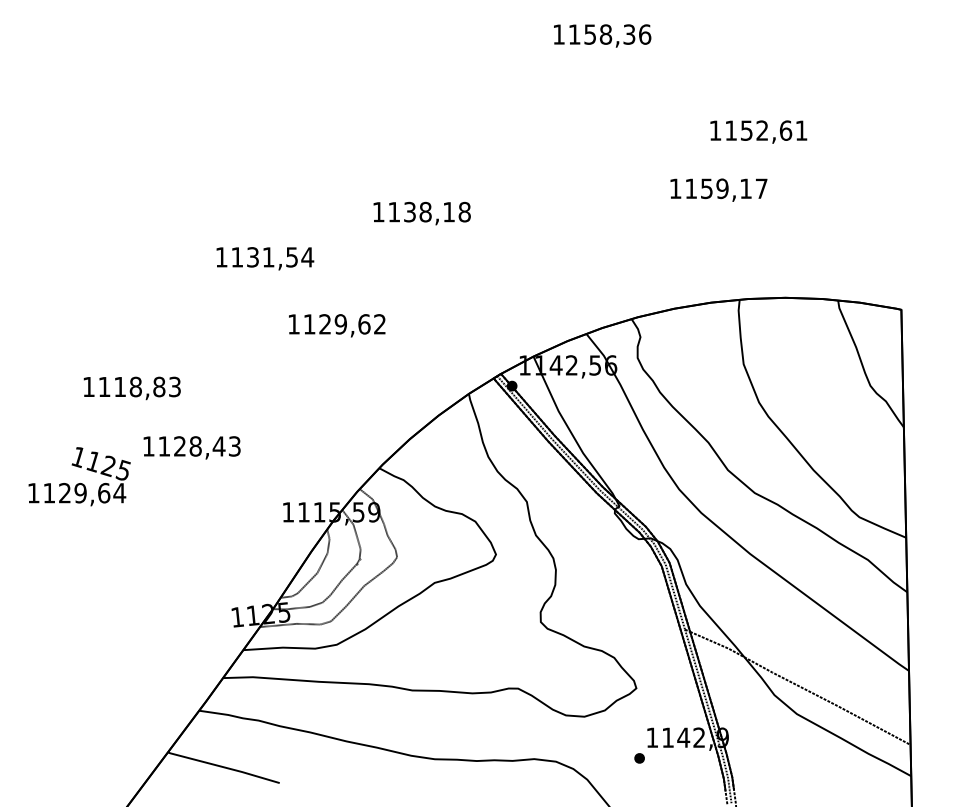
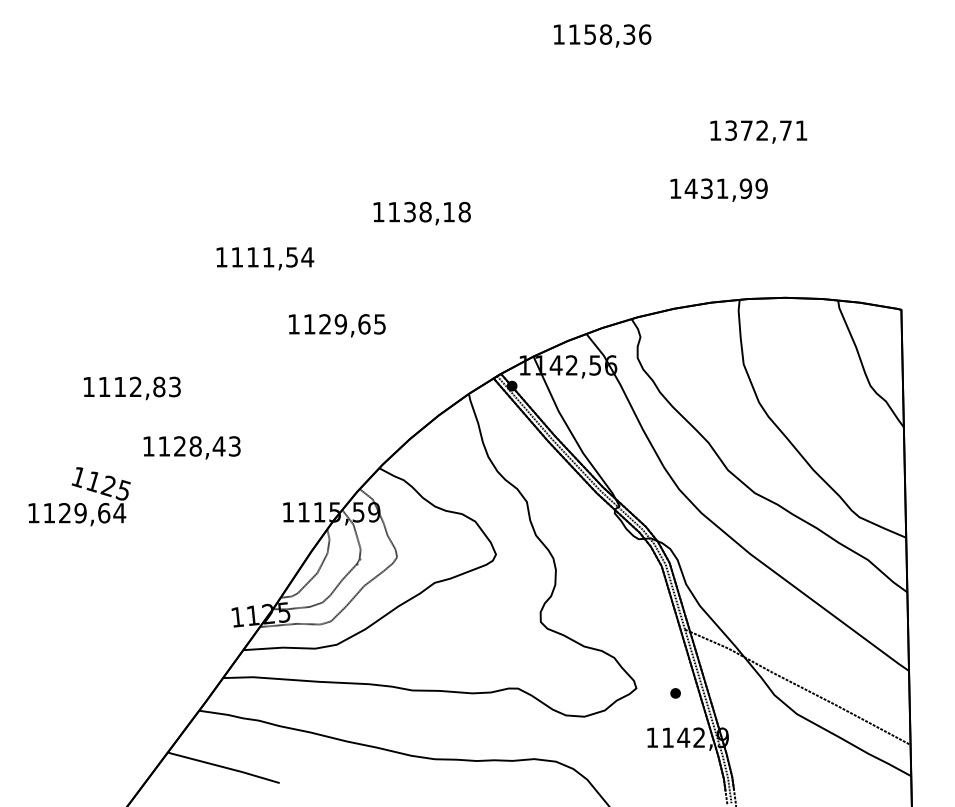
text at (758, 130): 1152,61 -> 1372,71
text at (725, 188): 1159,17 -> 1431,99
text at (252, 257): 1131,54 -> 1111,54
text at (379, 324): 1129,62 -> 1129,65
text at (135, 386): 1118,83 -> 1112,83
text at (79, 476) position: (79, 476) -> (79, 496)
part at (639, 758) position: (639, 758) -> (675, 693)
